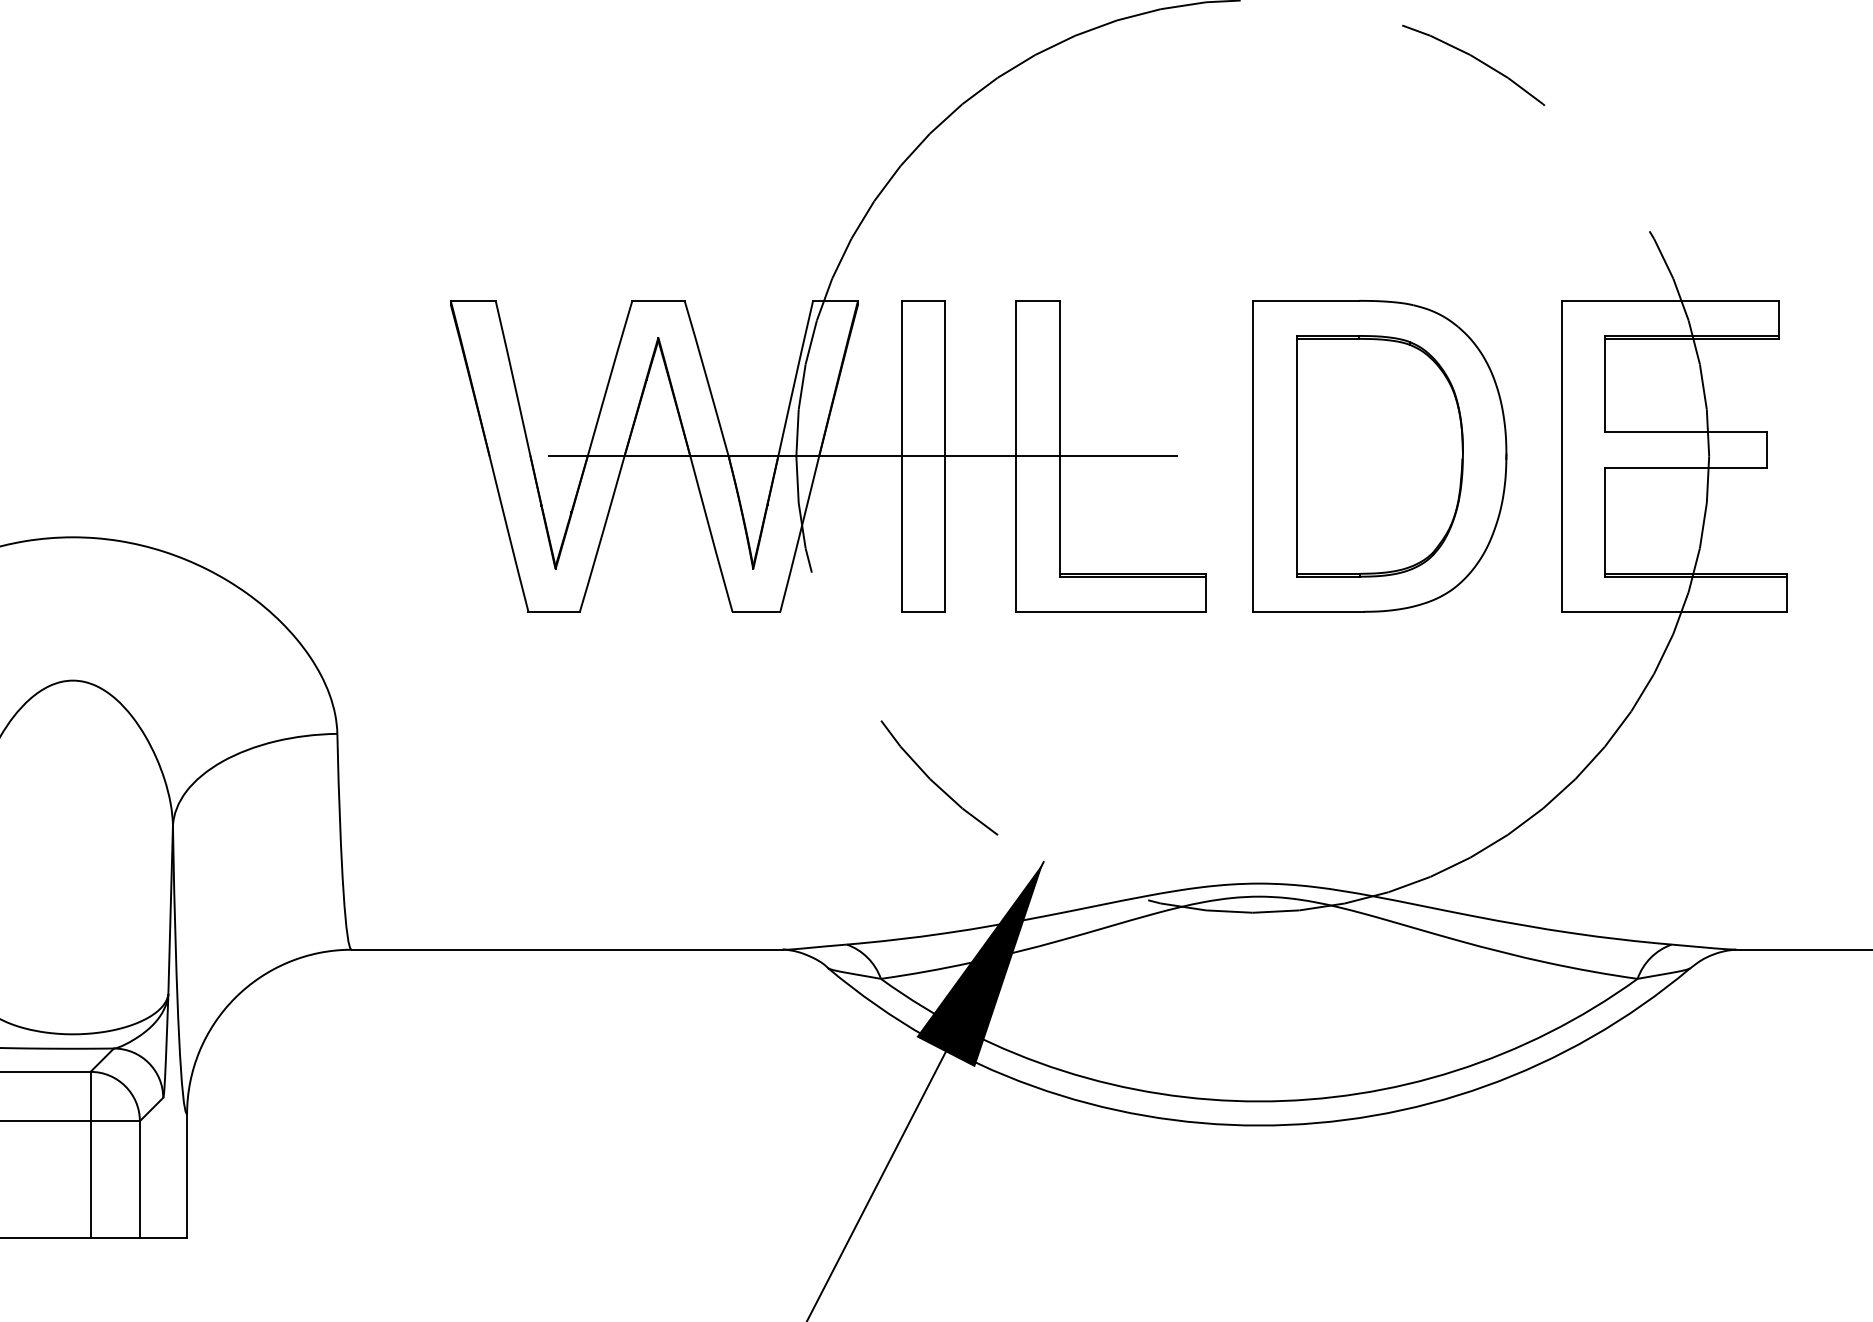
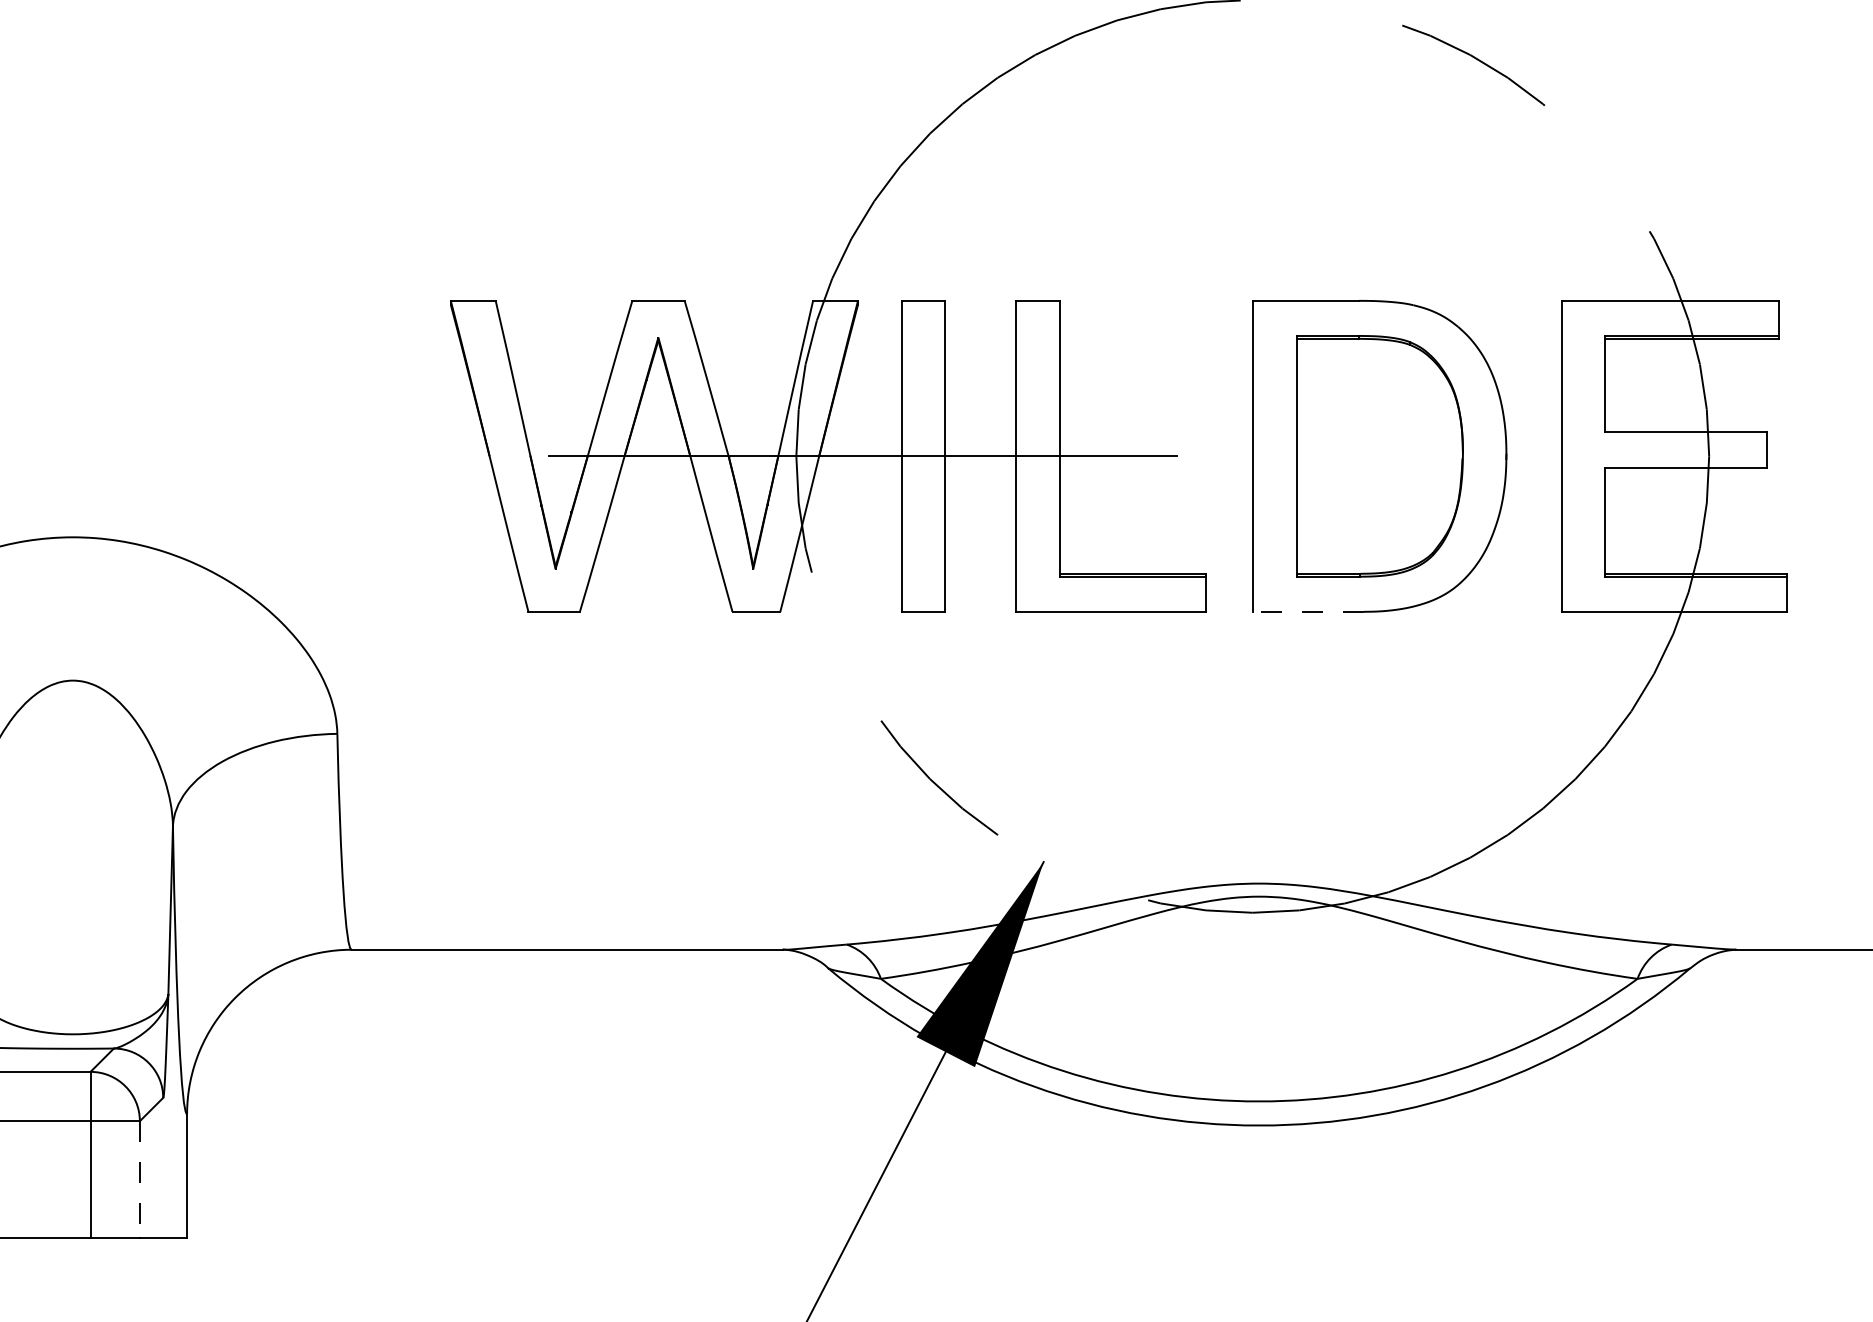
line at (1308, 611): solid -> dashed
line at (139, 1179): solid -> dashed
